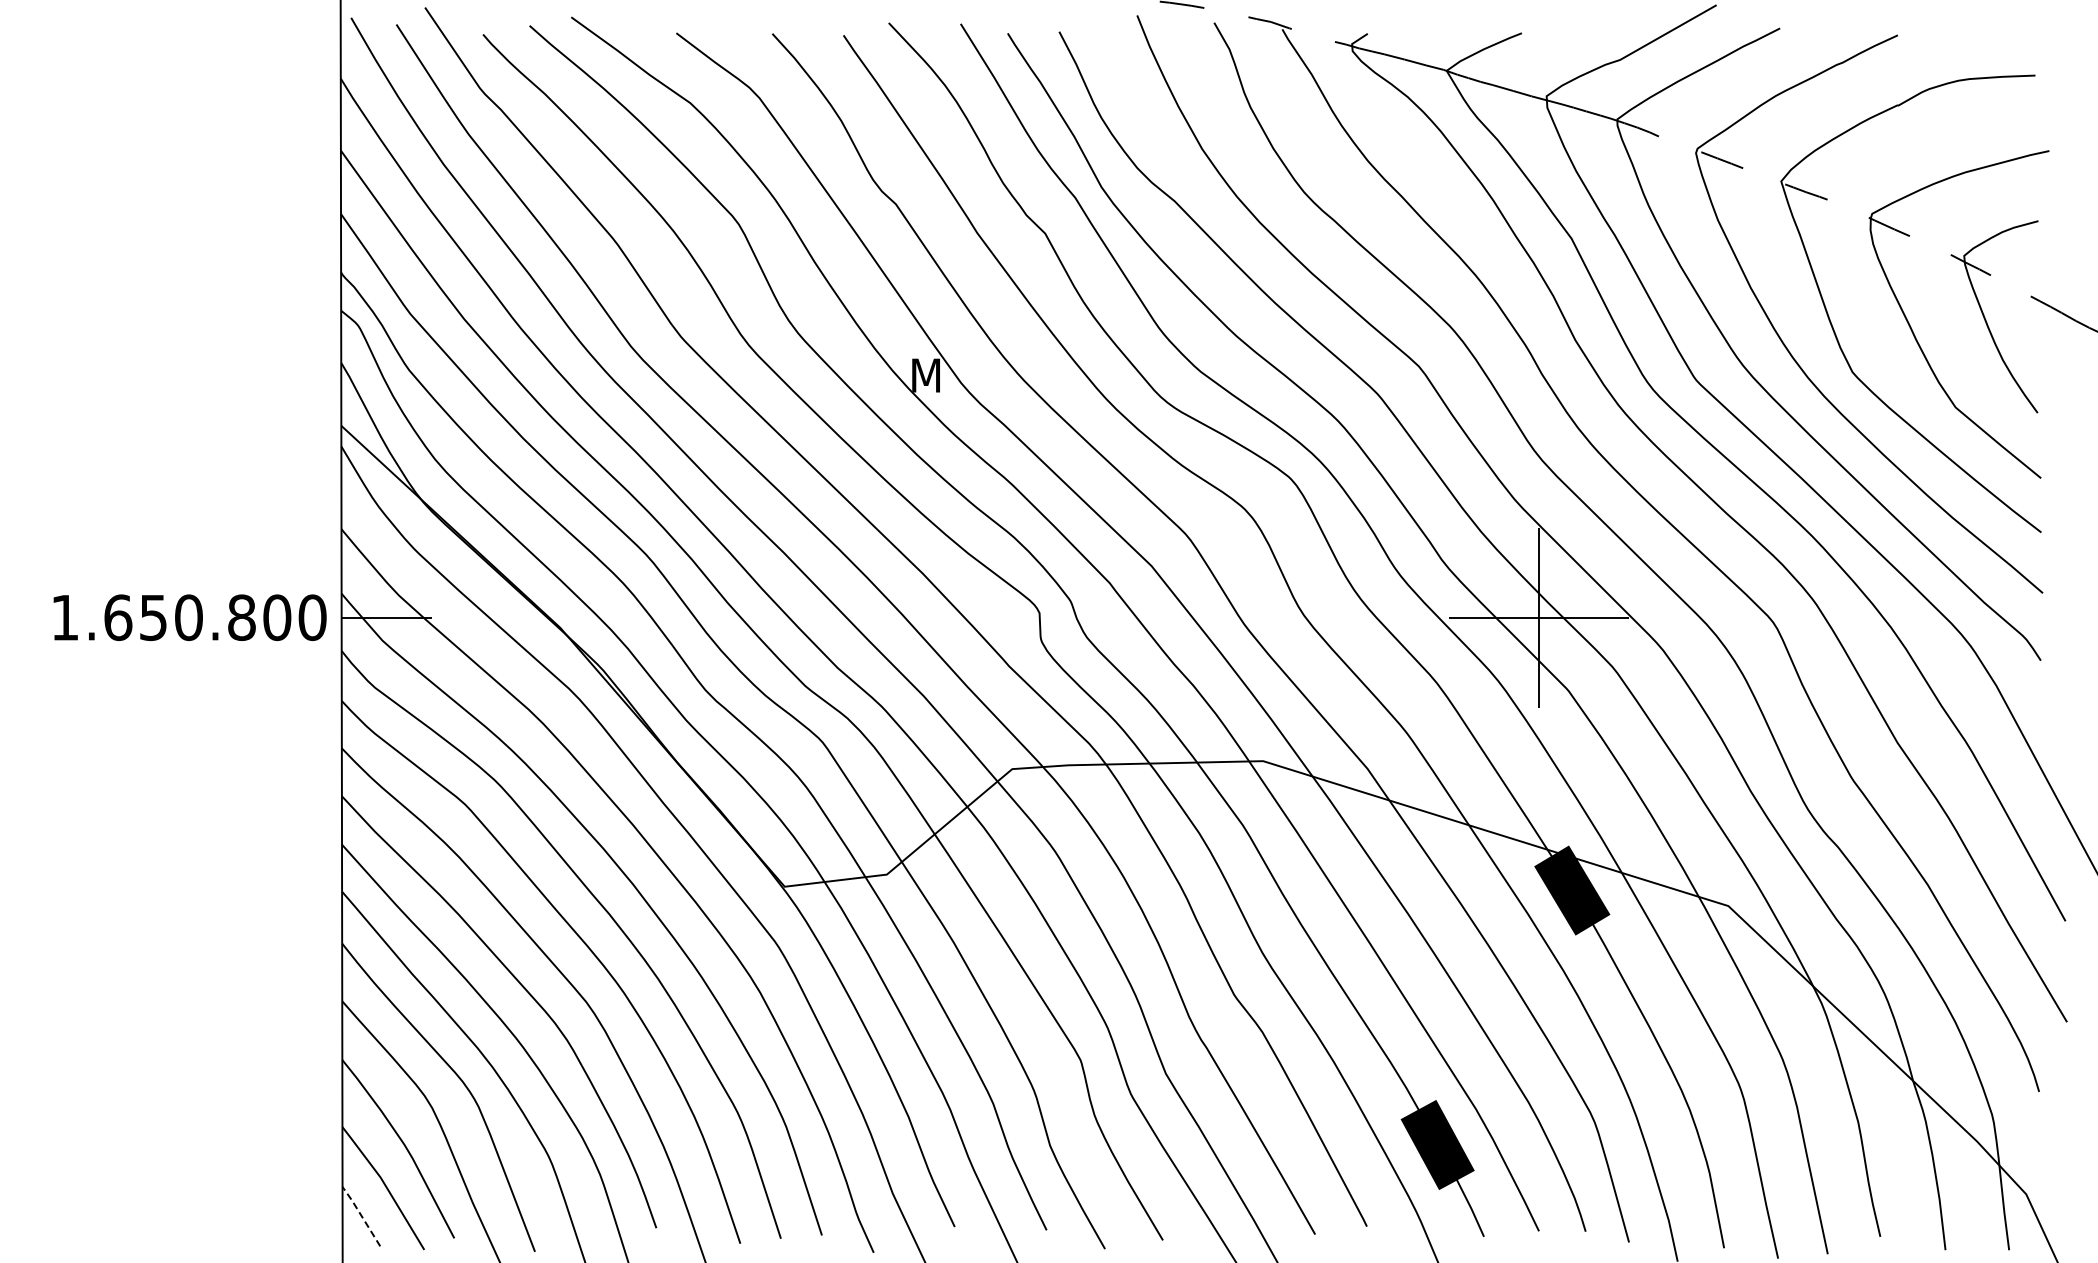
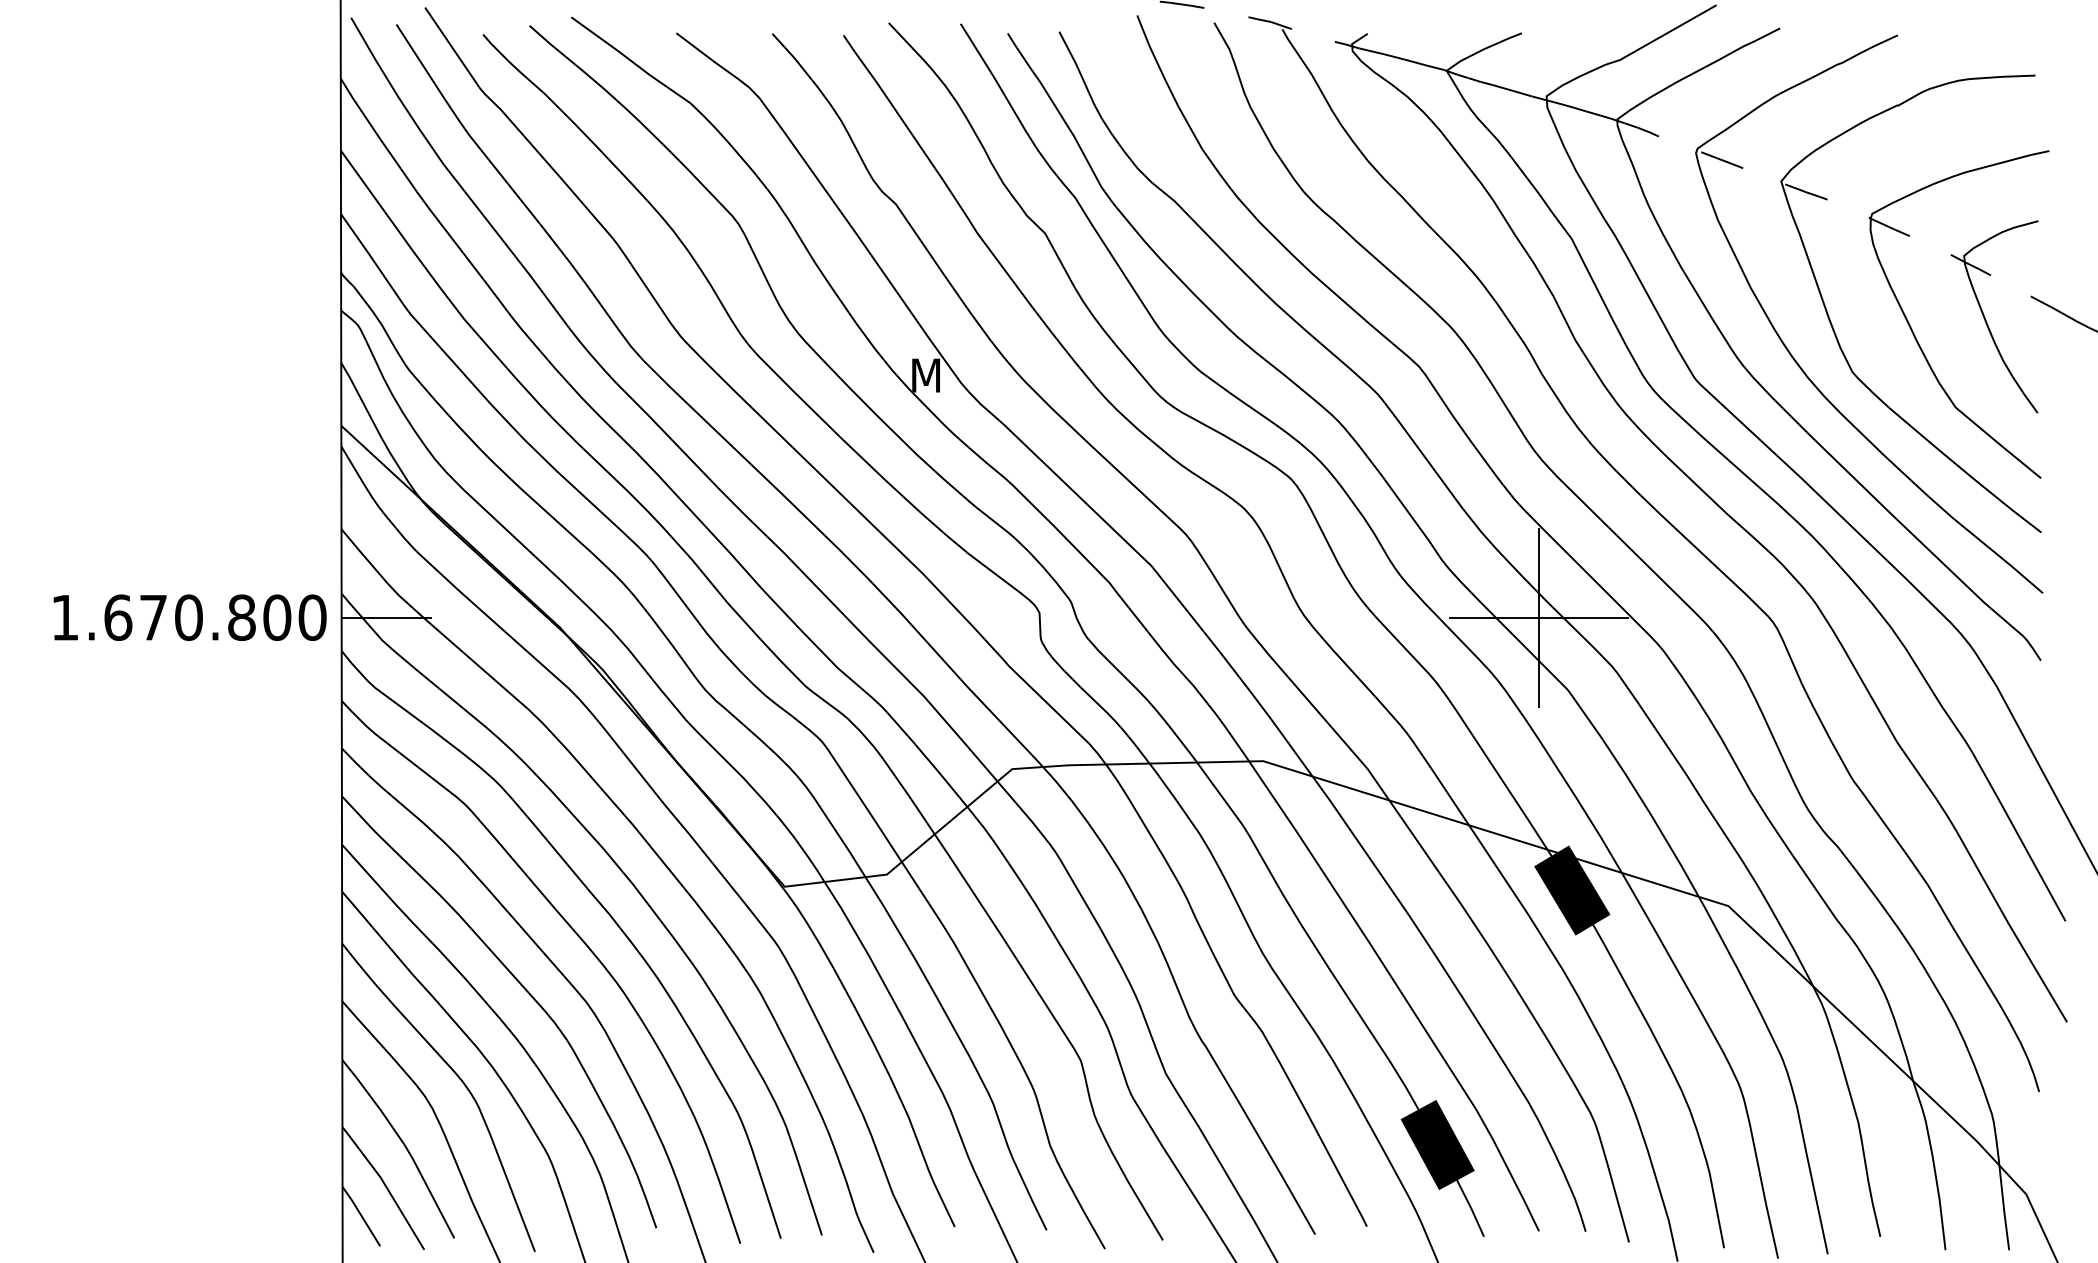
text at (153, 618): 1.650.800 -> 1.670.800
line at (360, 1214): dashed -> solid
